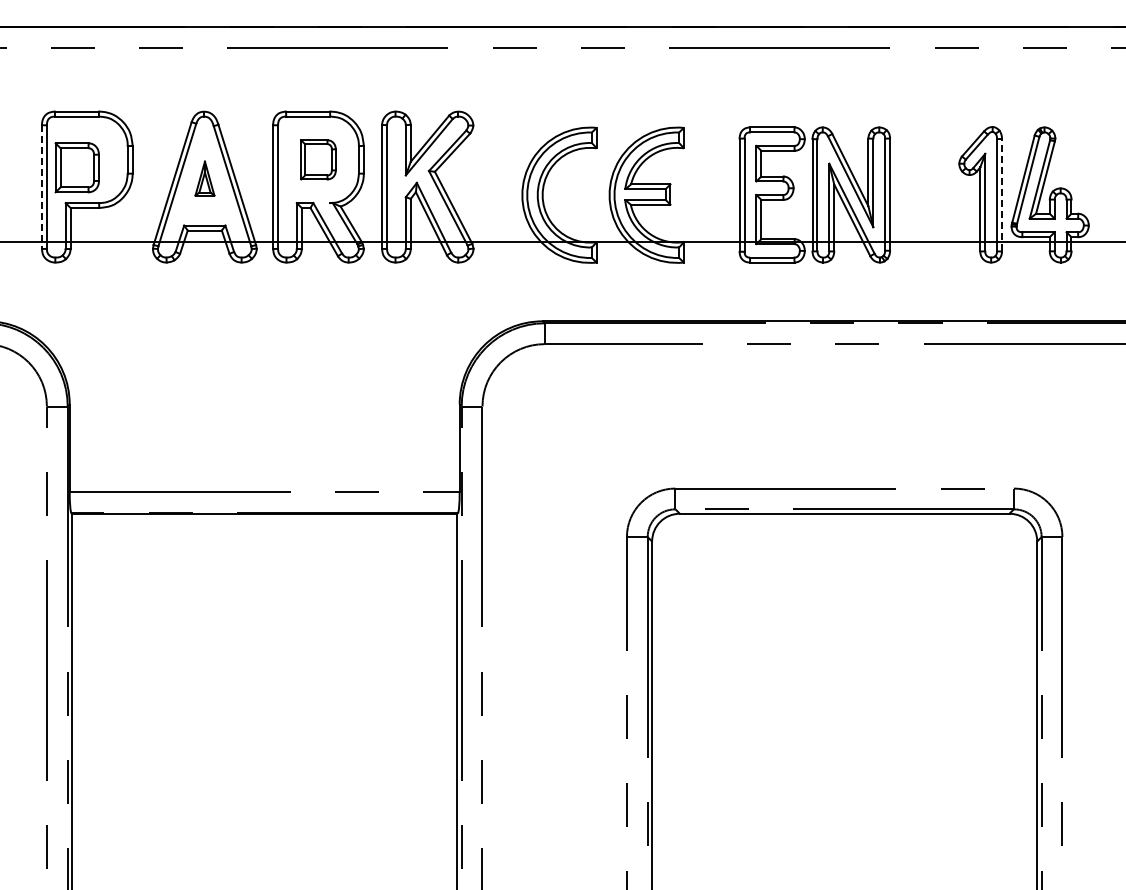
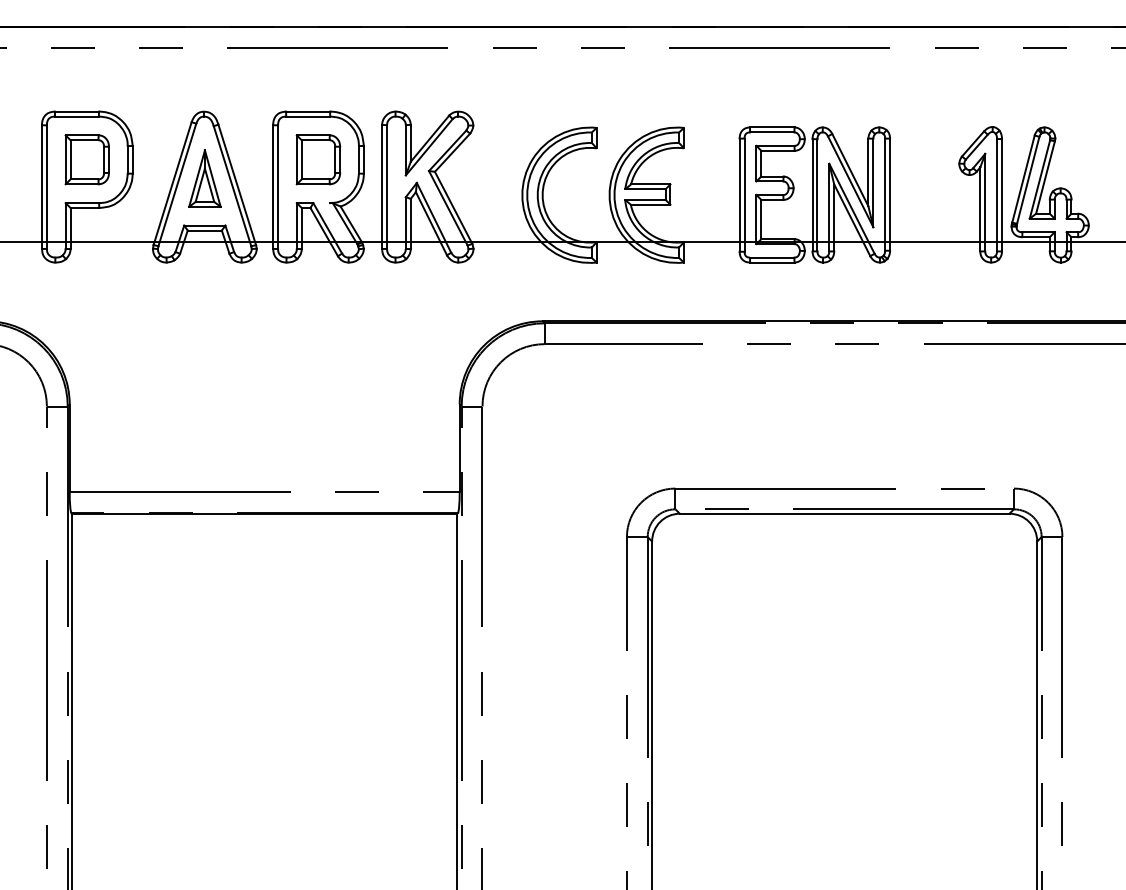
part at (318, 159) size: 37x42 px -> 47x52 px
part at (76, 167) position: (76, 167) -> (86, 159)
part at (204, 178) size: 22x37 px -> 34x59 px
line at (41, 187): dashed -> solid
line at (1001, 194): dashed -> solid
